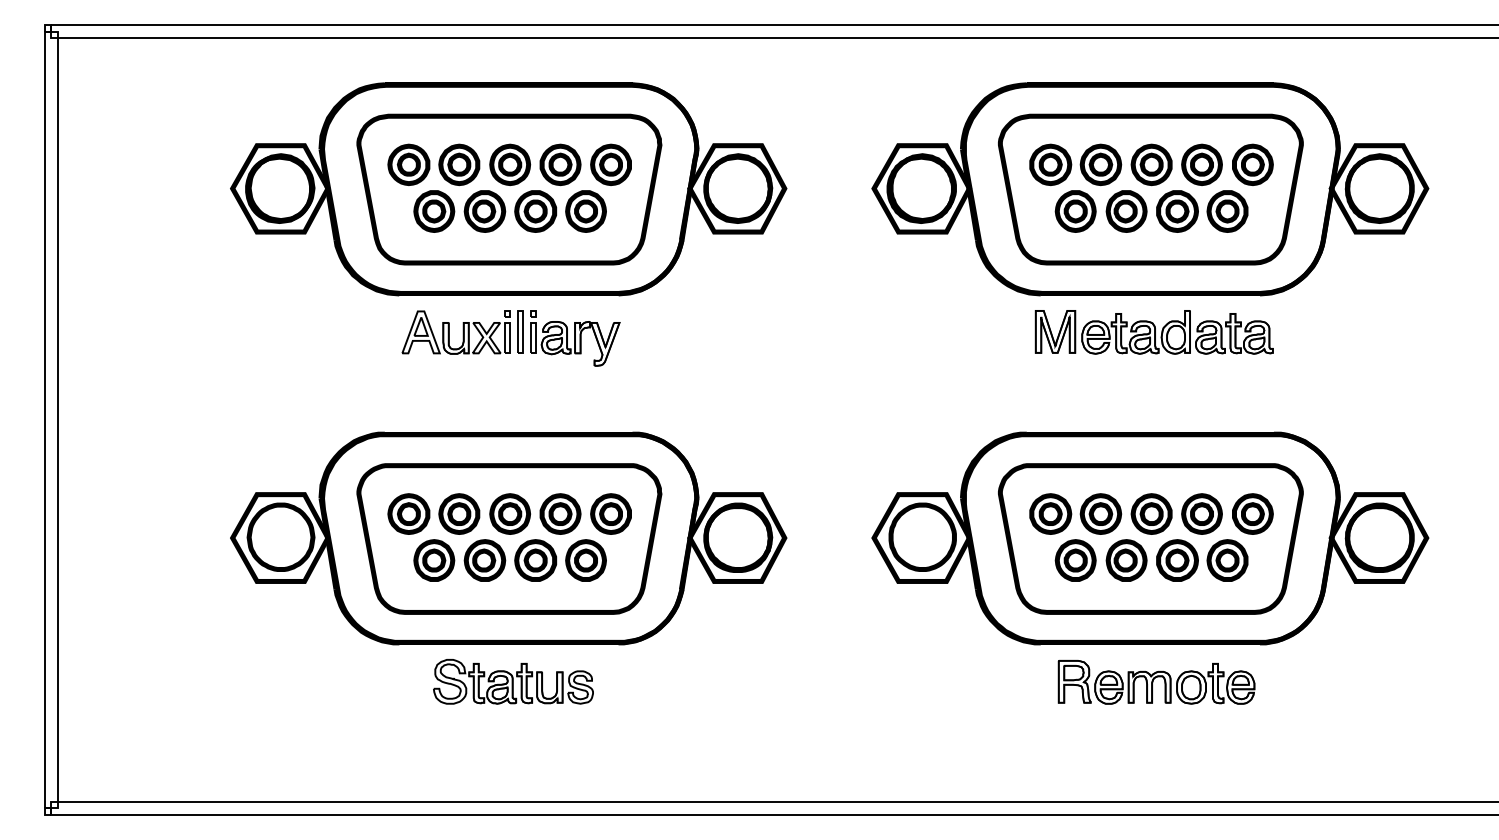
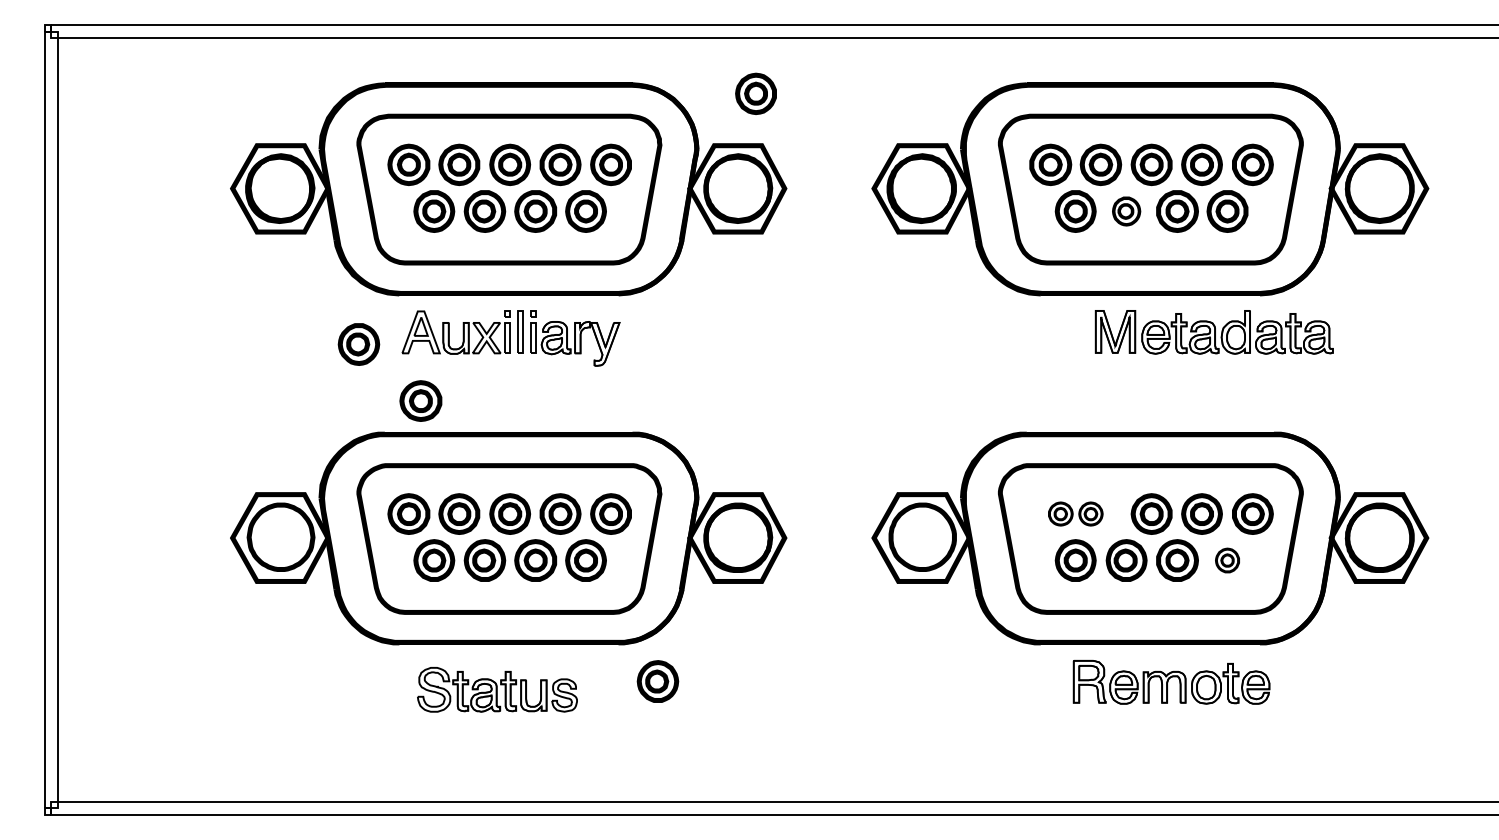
part at (755, 93): none -> present
part at (1126, 211) size: 43x43 px -> 30x31 px
part at (1153, 332) position: (1153, 332) -> (1213, 332)
part at (358, 344): none -> present
part at (420, 400): none -> present
part at (1075, 513) size: 94x42 px -> 56x26 px
part at (1227, 560) size: 43x43 px -> 25x27 px
part at (513, 681) position: (513, 681) -> (497, 689)
part at (657, 681): none -> present
part at (1156, 682) position: (1156, 682) -> (1171, 682)
